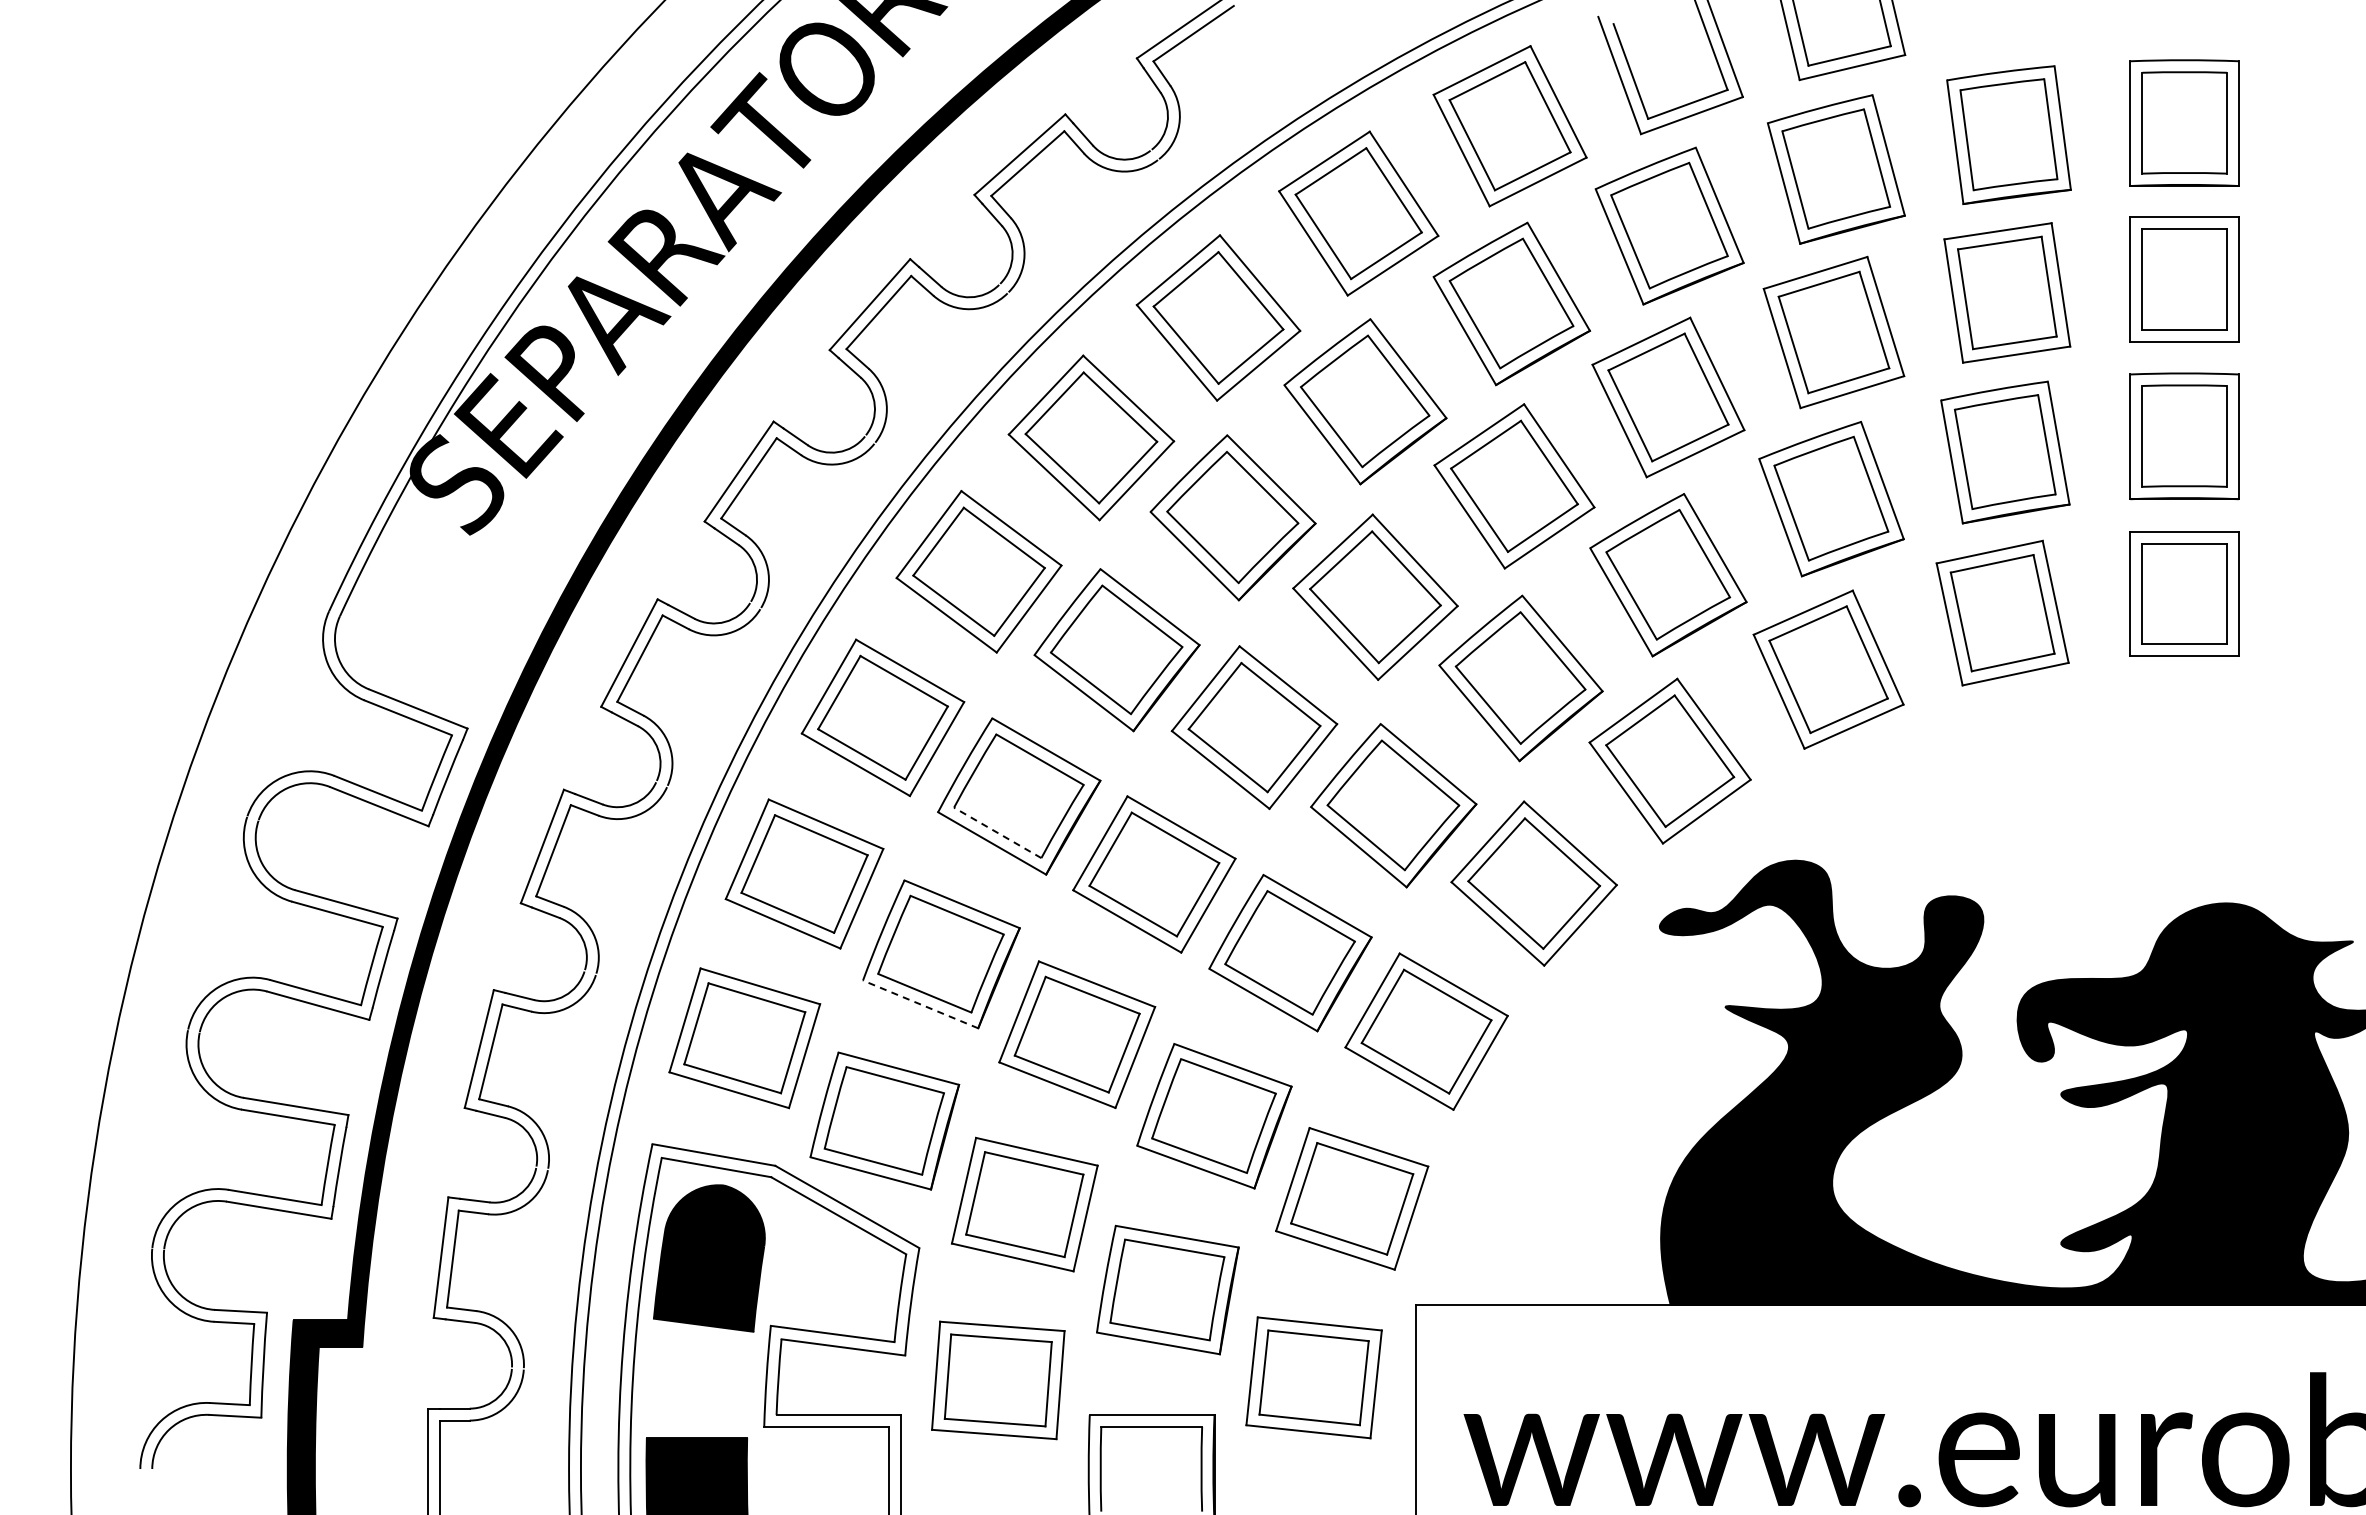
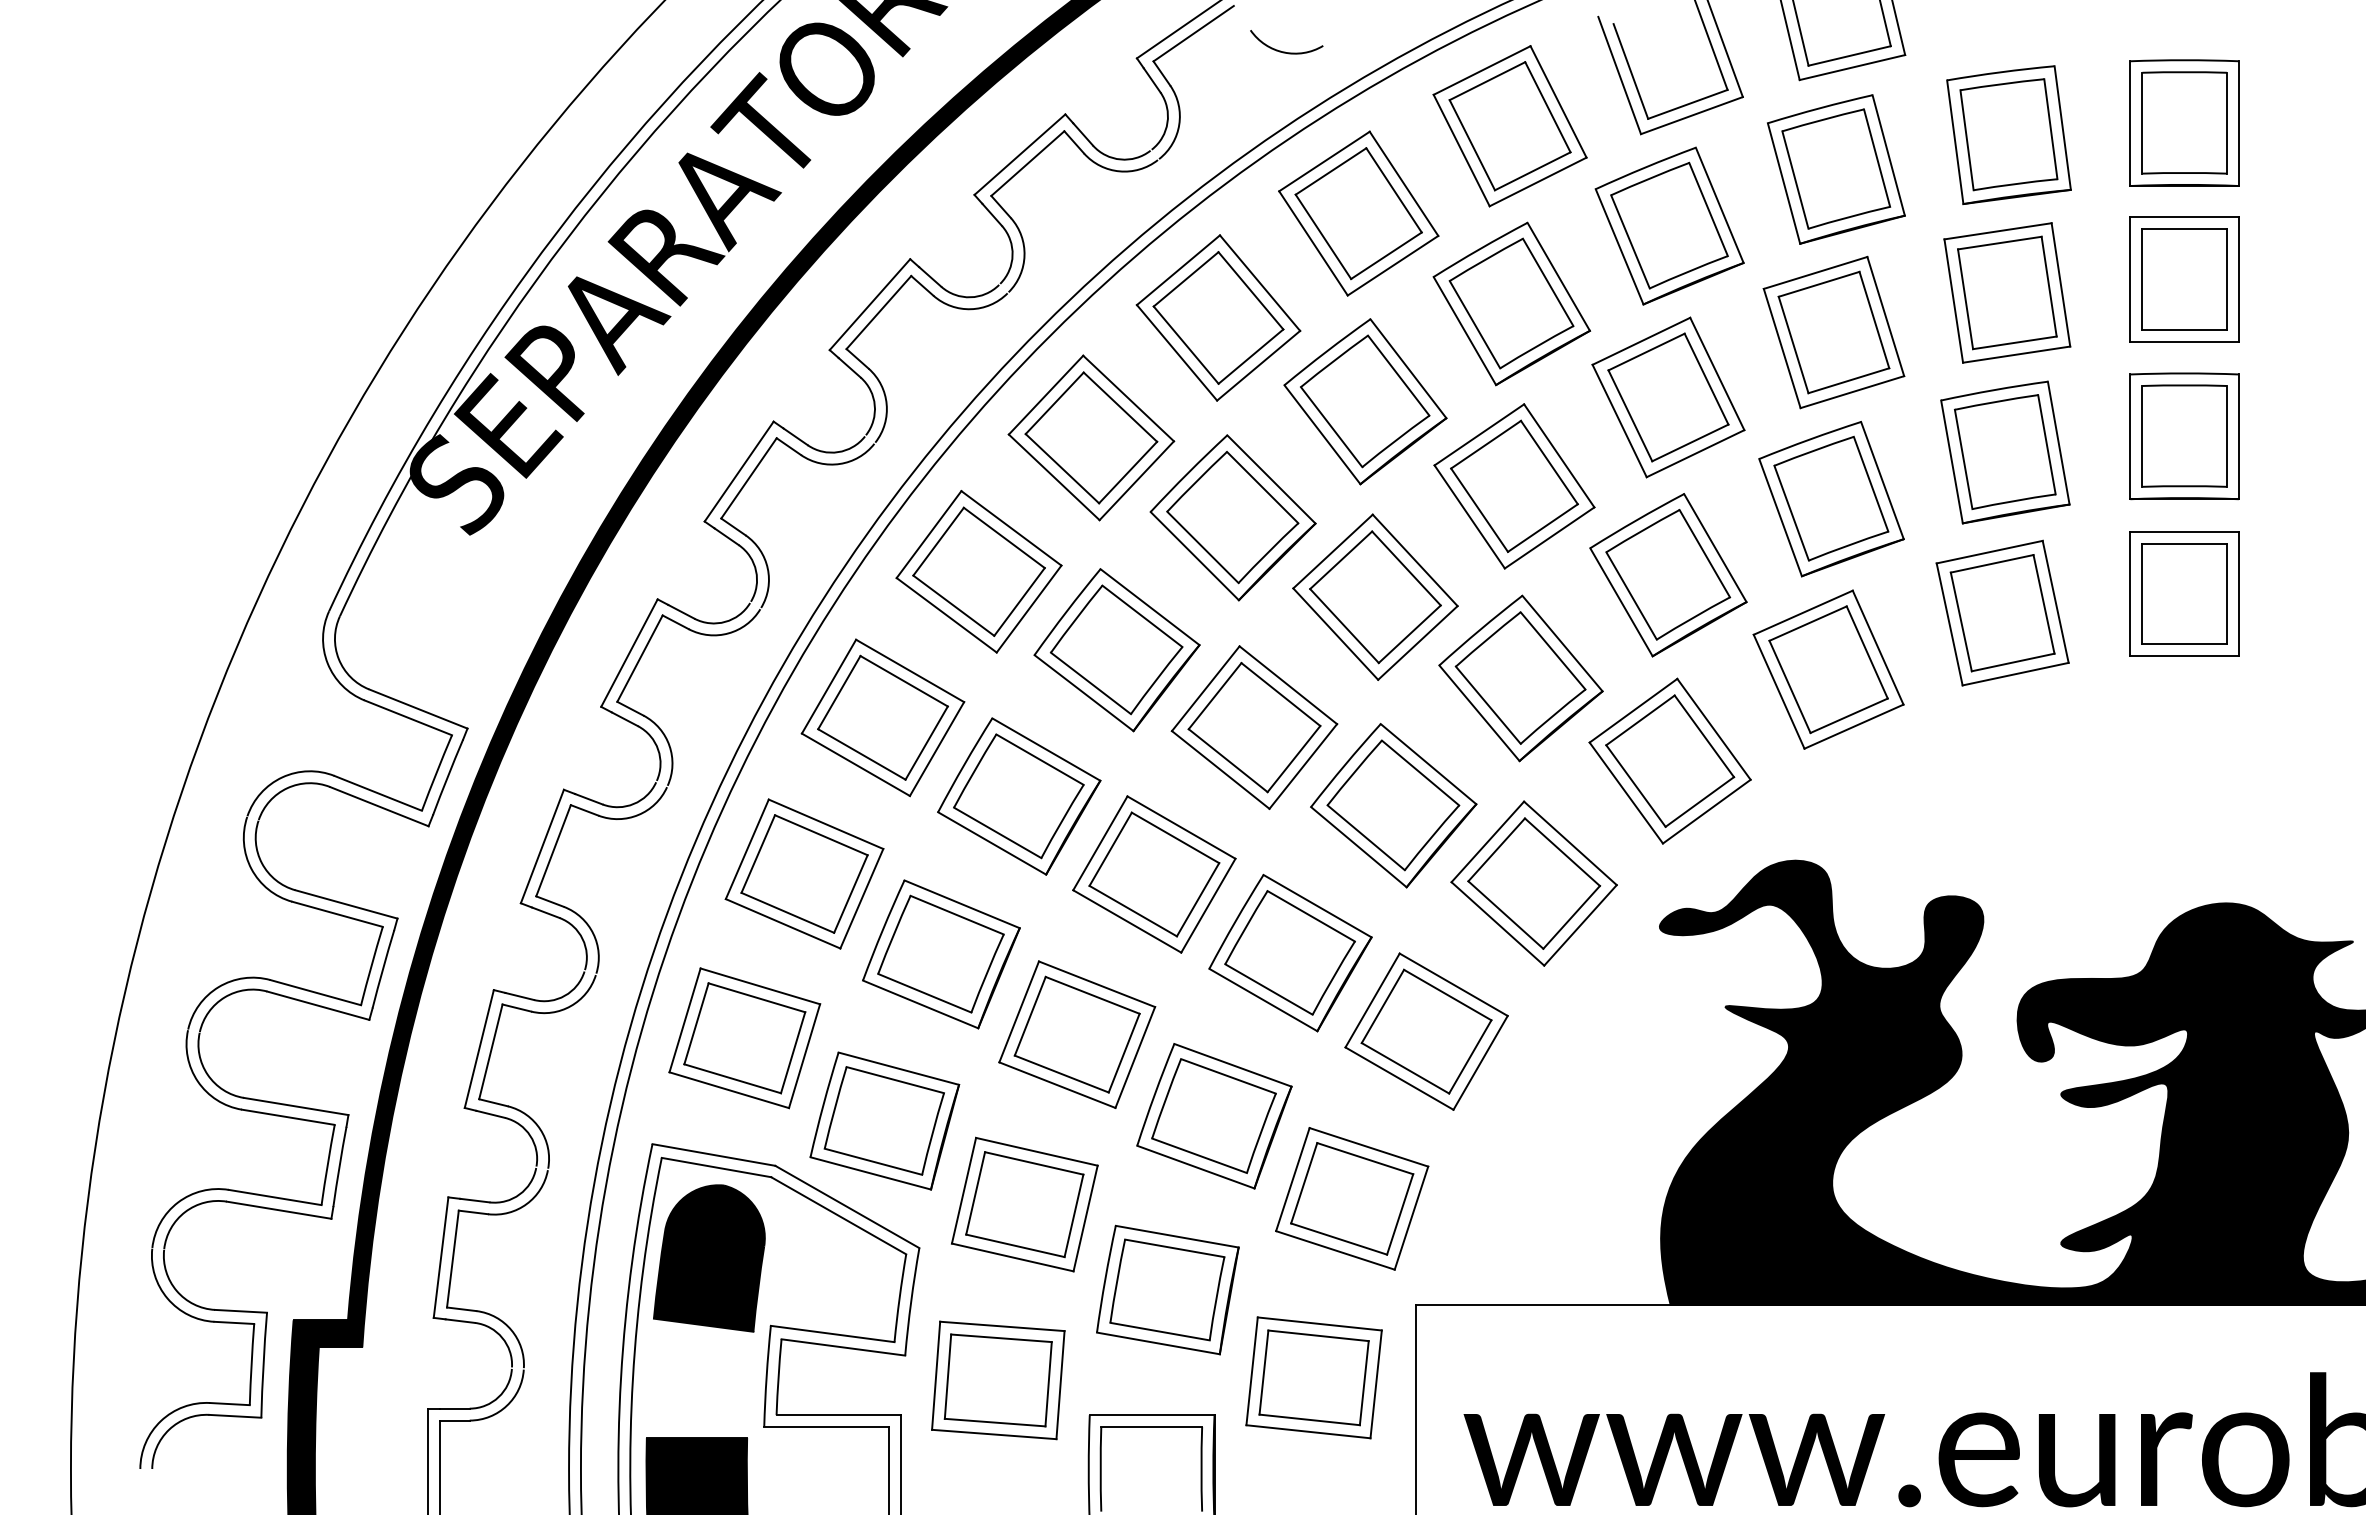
arc at (1285, 51): none -> present
line at (997, 832): dashed -> solid
line at (920, 1004): dashed -> solid
